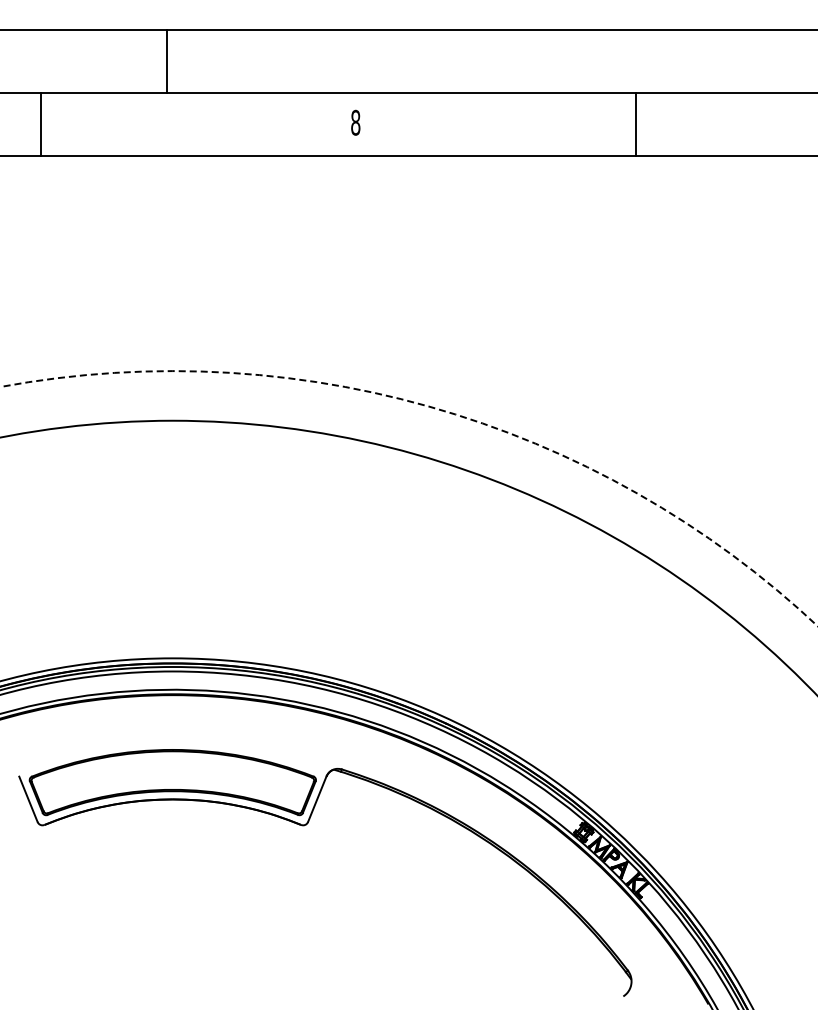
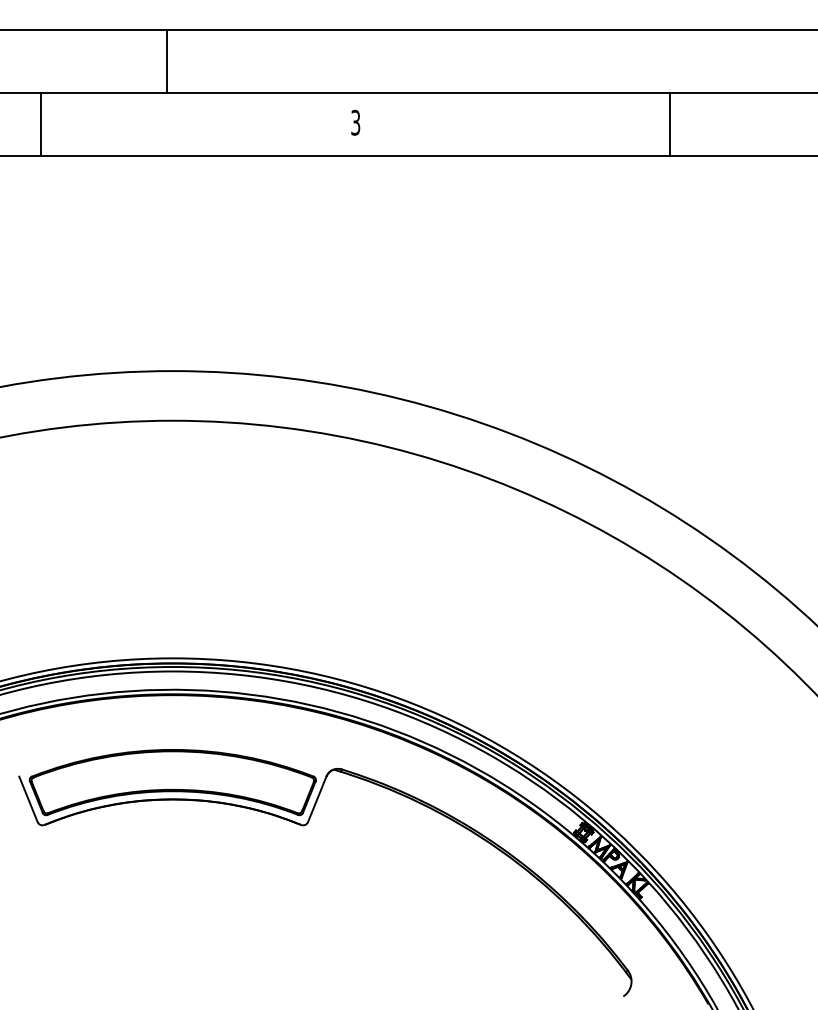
text at (355, 122): 8 -> 3
line at (635, 124) position: (635, 124) -> (669, 124)
arc at (438, 409): dashed -> solid
